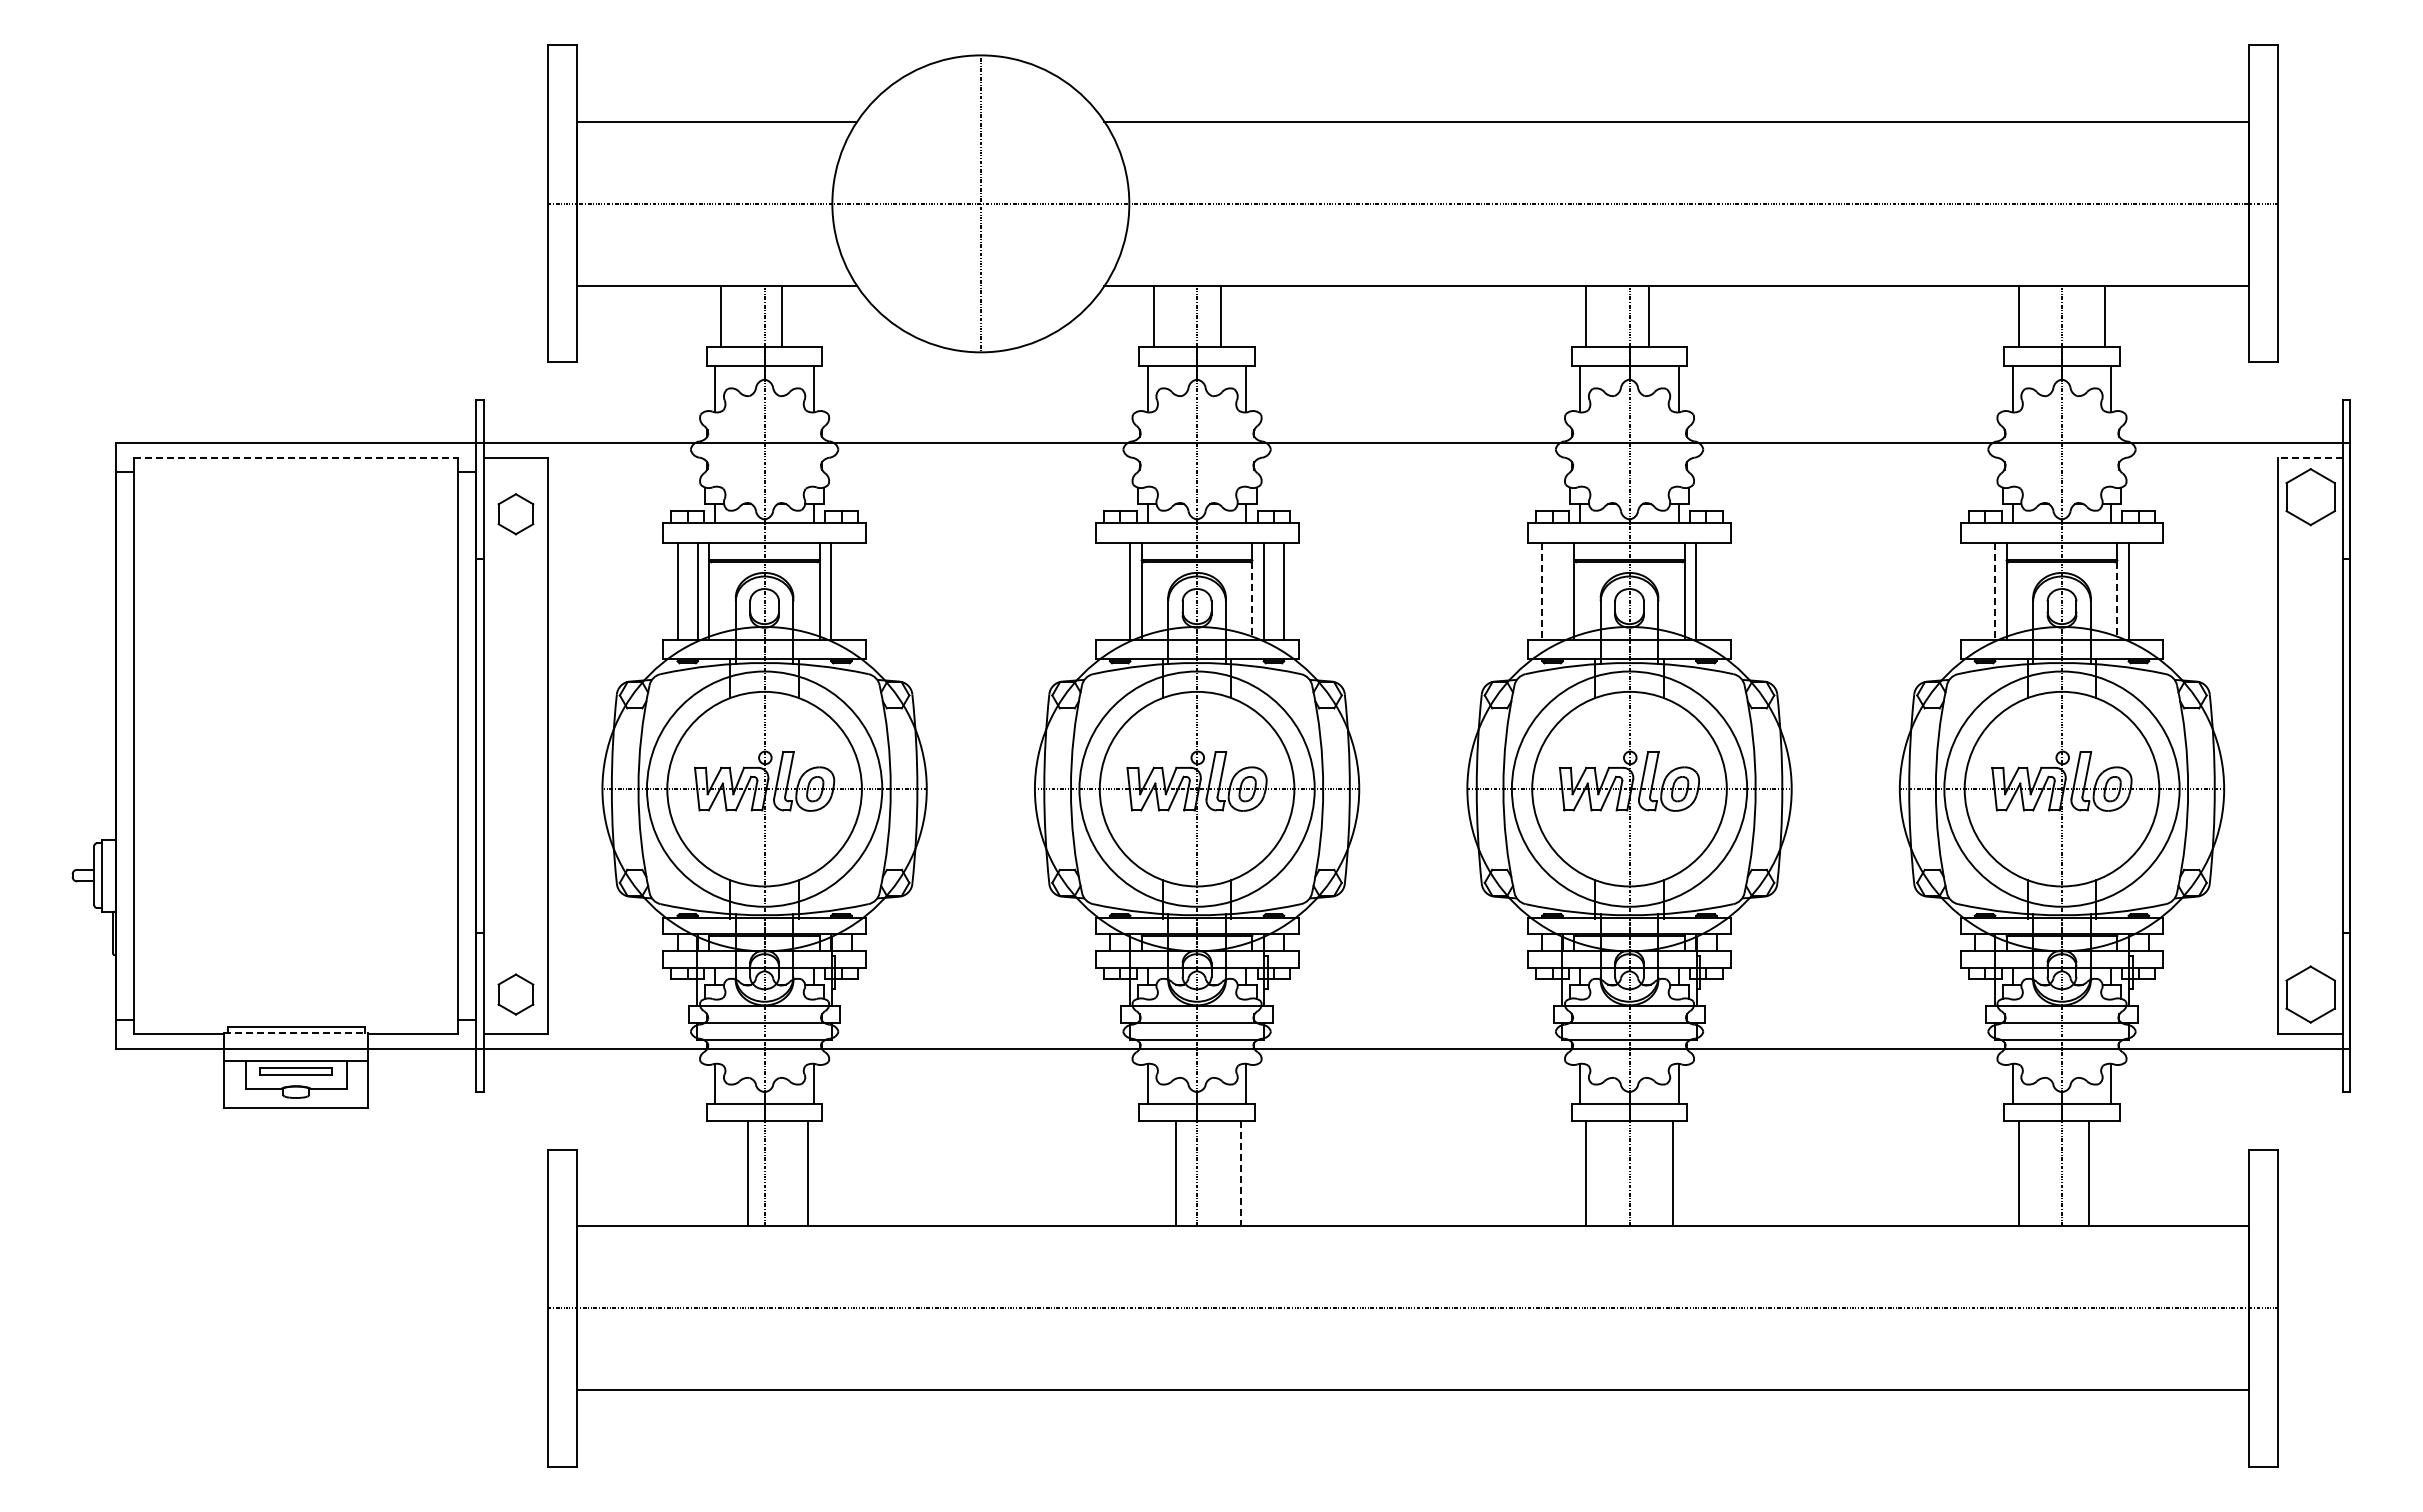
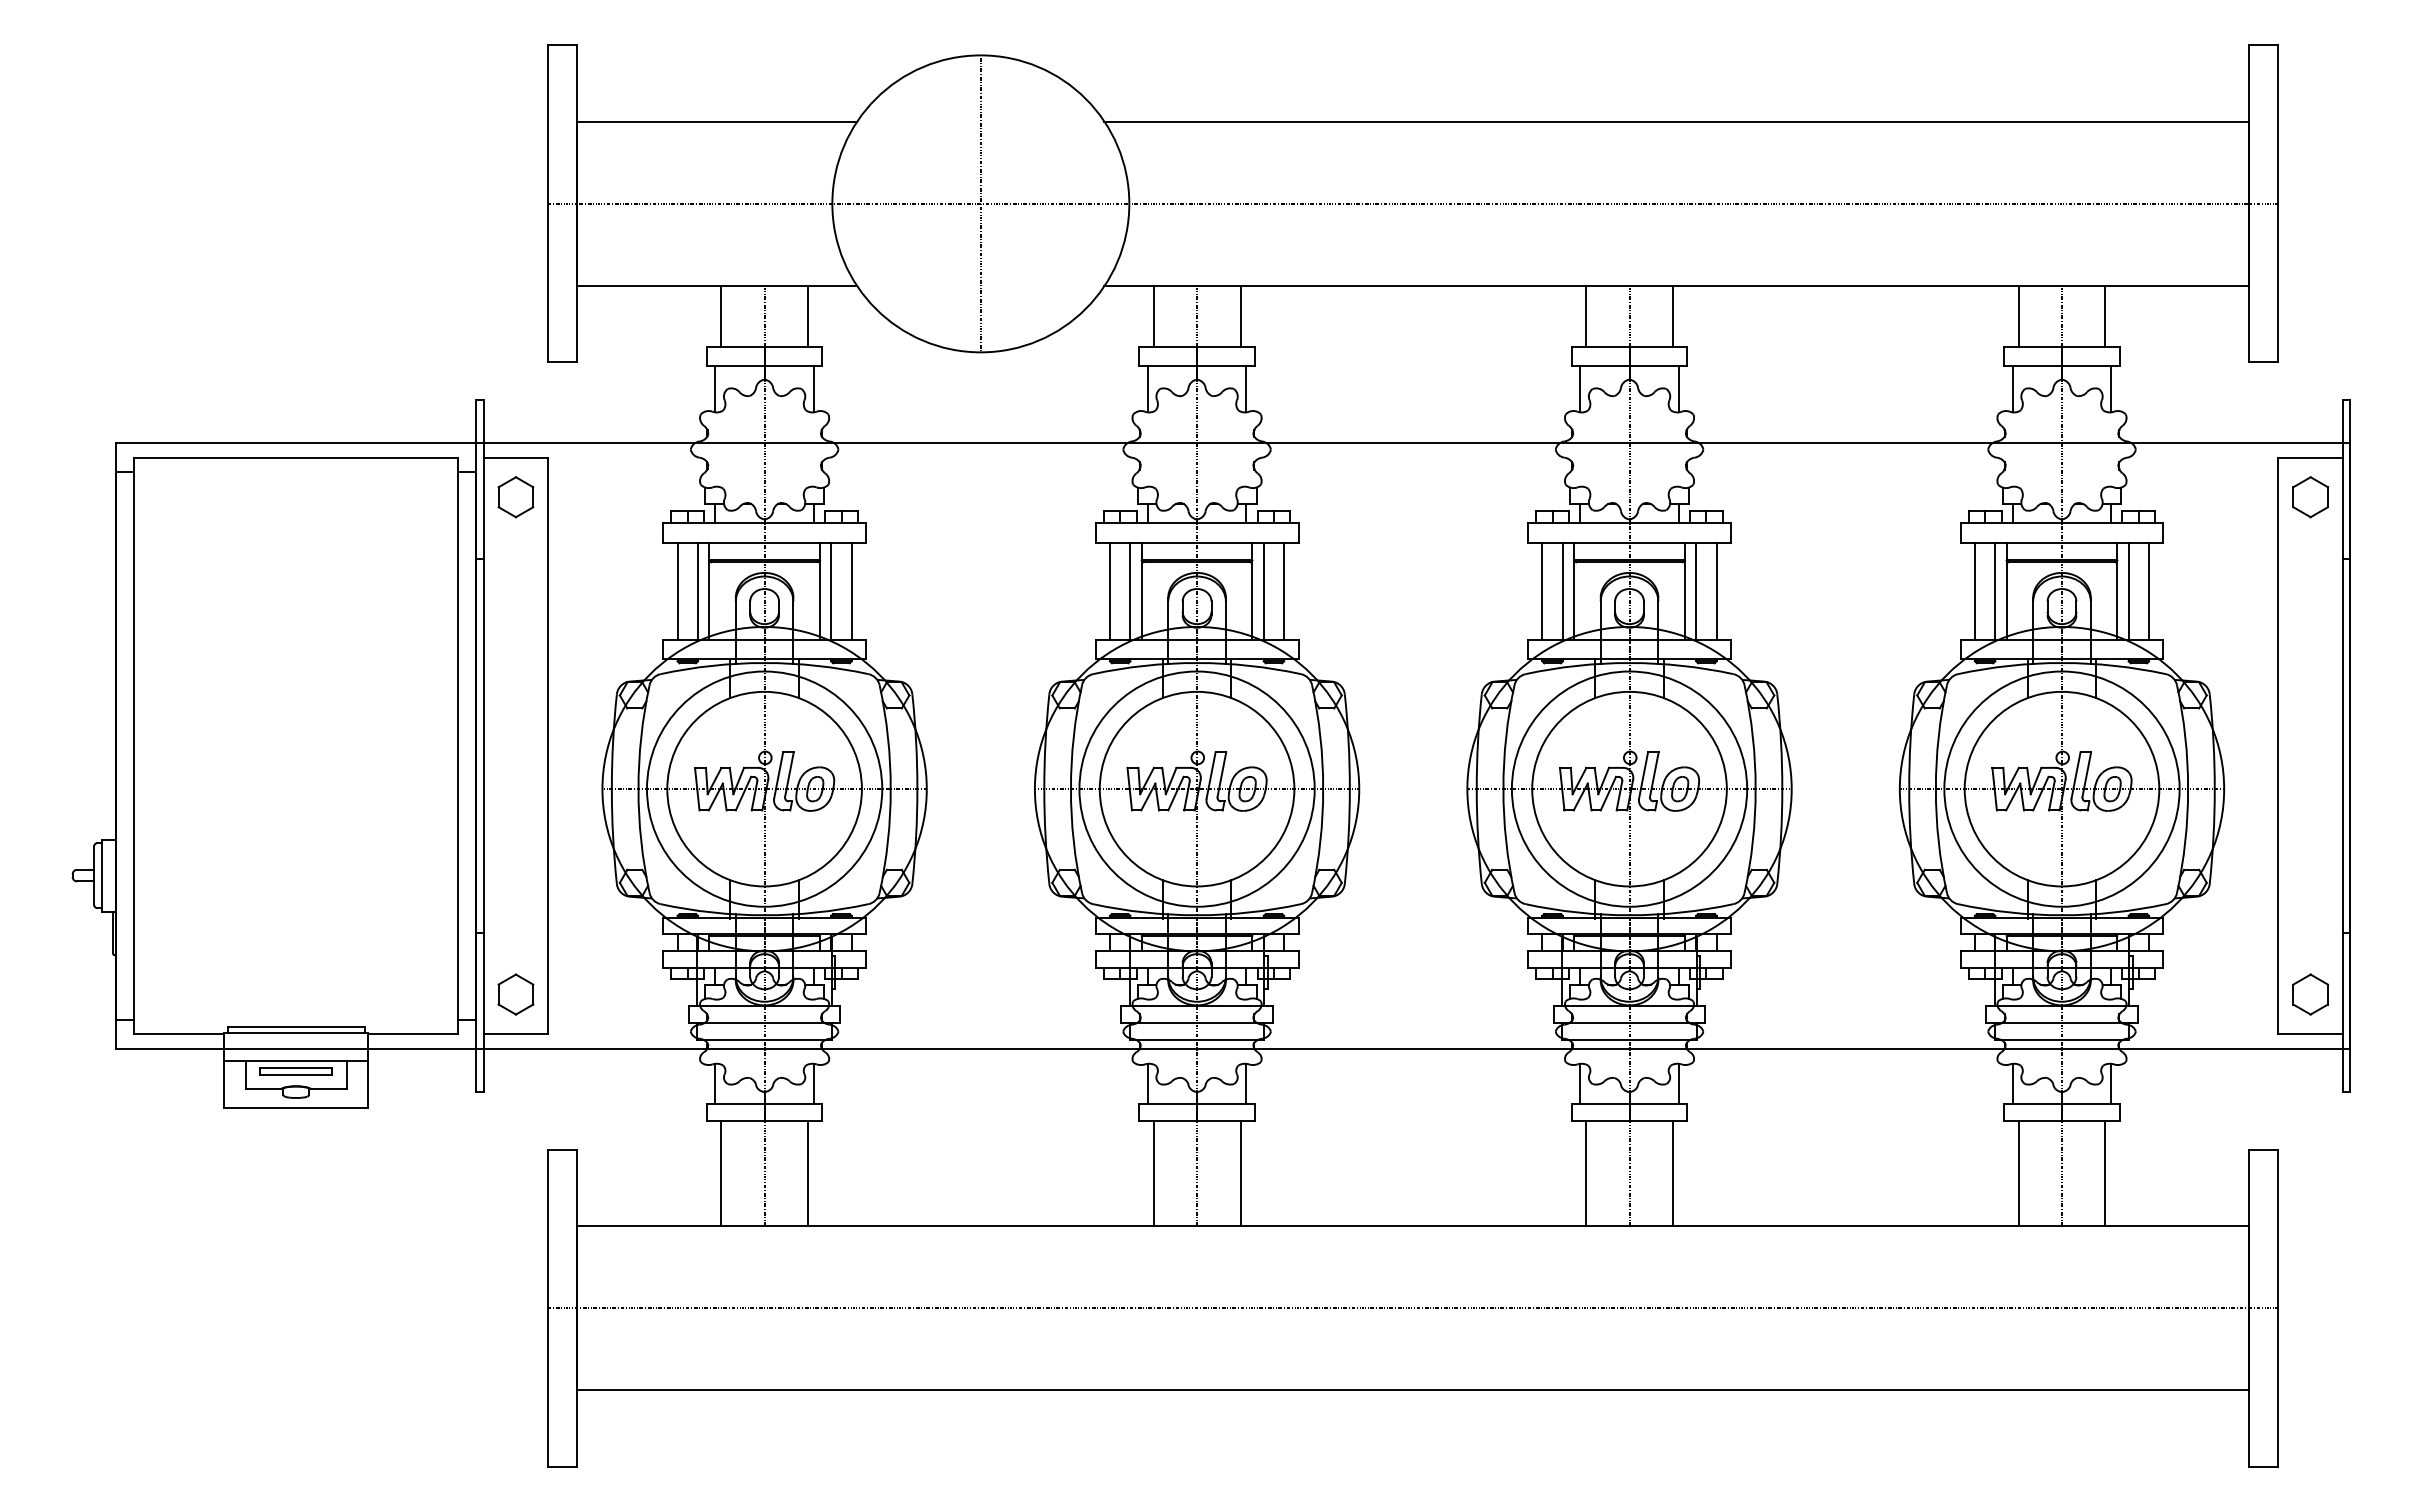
line at (782, 316) position: (782, 316) -> (808, 316)
line at (1220, 316) position: (1220, 316) -> (1240, 316)
line at (1649, 316) position: (1649, 316) -> (1673, 316)
line at (296, 457): dashed -> solid
line at (2310, 457): dashed -> solid
part at (2310, 497) size: 51x59 px -> 37x43 px
part at (515, 514) position: (515, 514) -> (515, 497)
line at (851, 590): none -> present
line at (1109, 590): none -> present
line at (1562, 590): none -> present
line at (1716, 590): none -> present
line at (1974, 590): none -> present
line at (2149, 590): none -> present
line at (1542, 591): dashed -> solid
line at (1995, 591): dashed -> solid
line at (1252, 601): dashed -> solid
line at (2117, 601): dashed -> solid
part at (2310, 994) size: 51x59 px -> 37x43 px
line at (296, 1032): dashed -> solid
line at (748, 1172) position: (748, 1172) -> (721, 1172)
line at (1175, 1172) position: (1175, 1172) -> (1153, 1172)
line at (2089, 1172) position: (2089, 1172) -> (2105, 1172)
line at (1240, 1173): dashed -> solid
